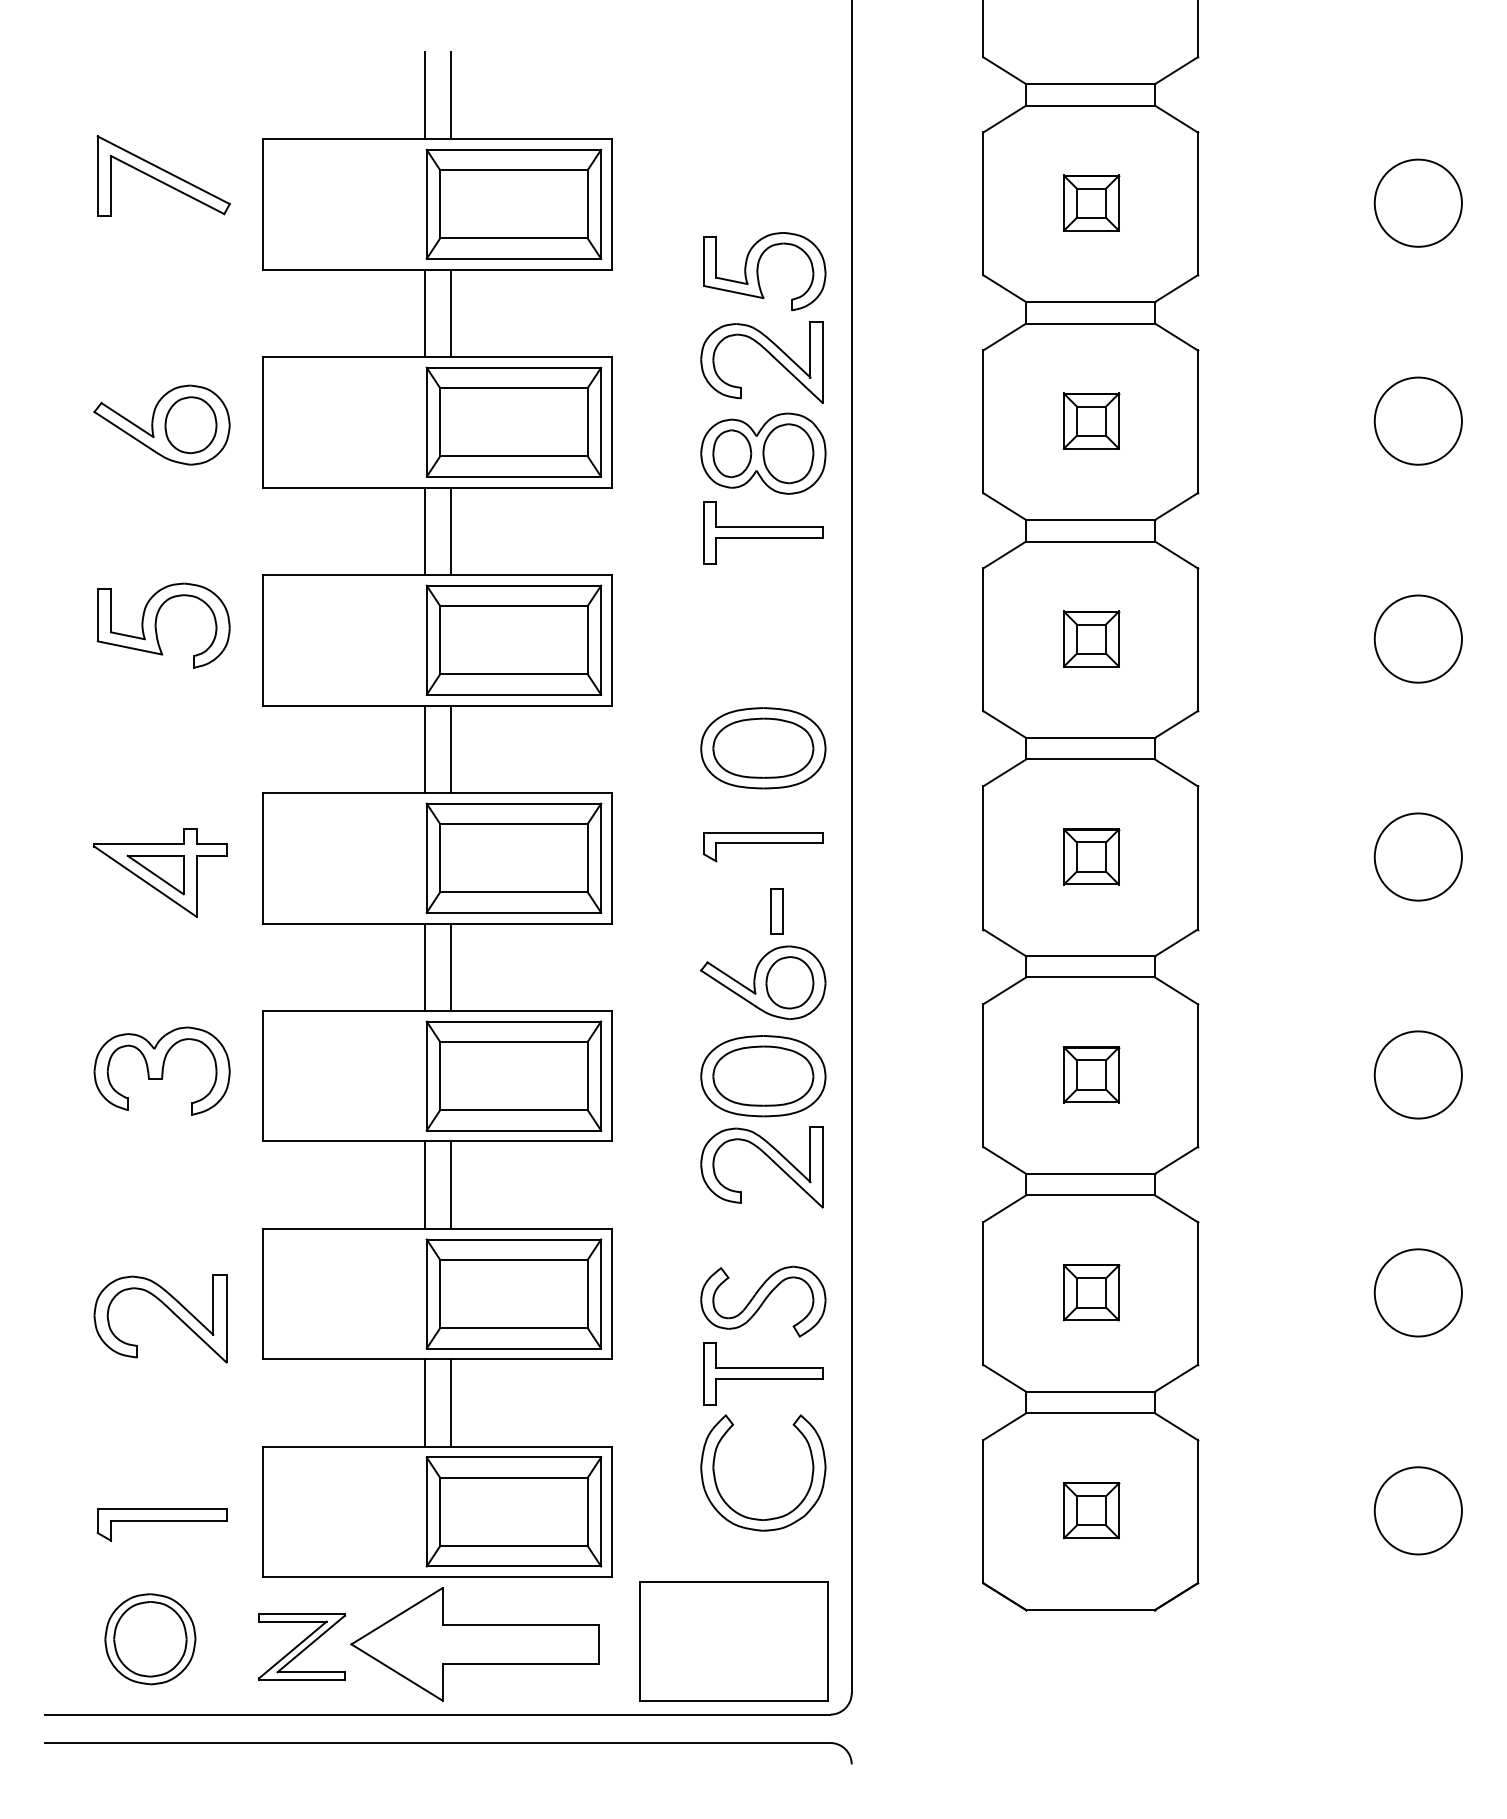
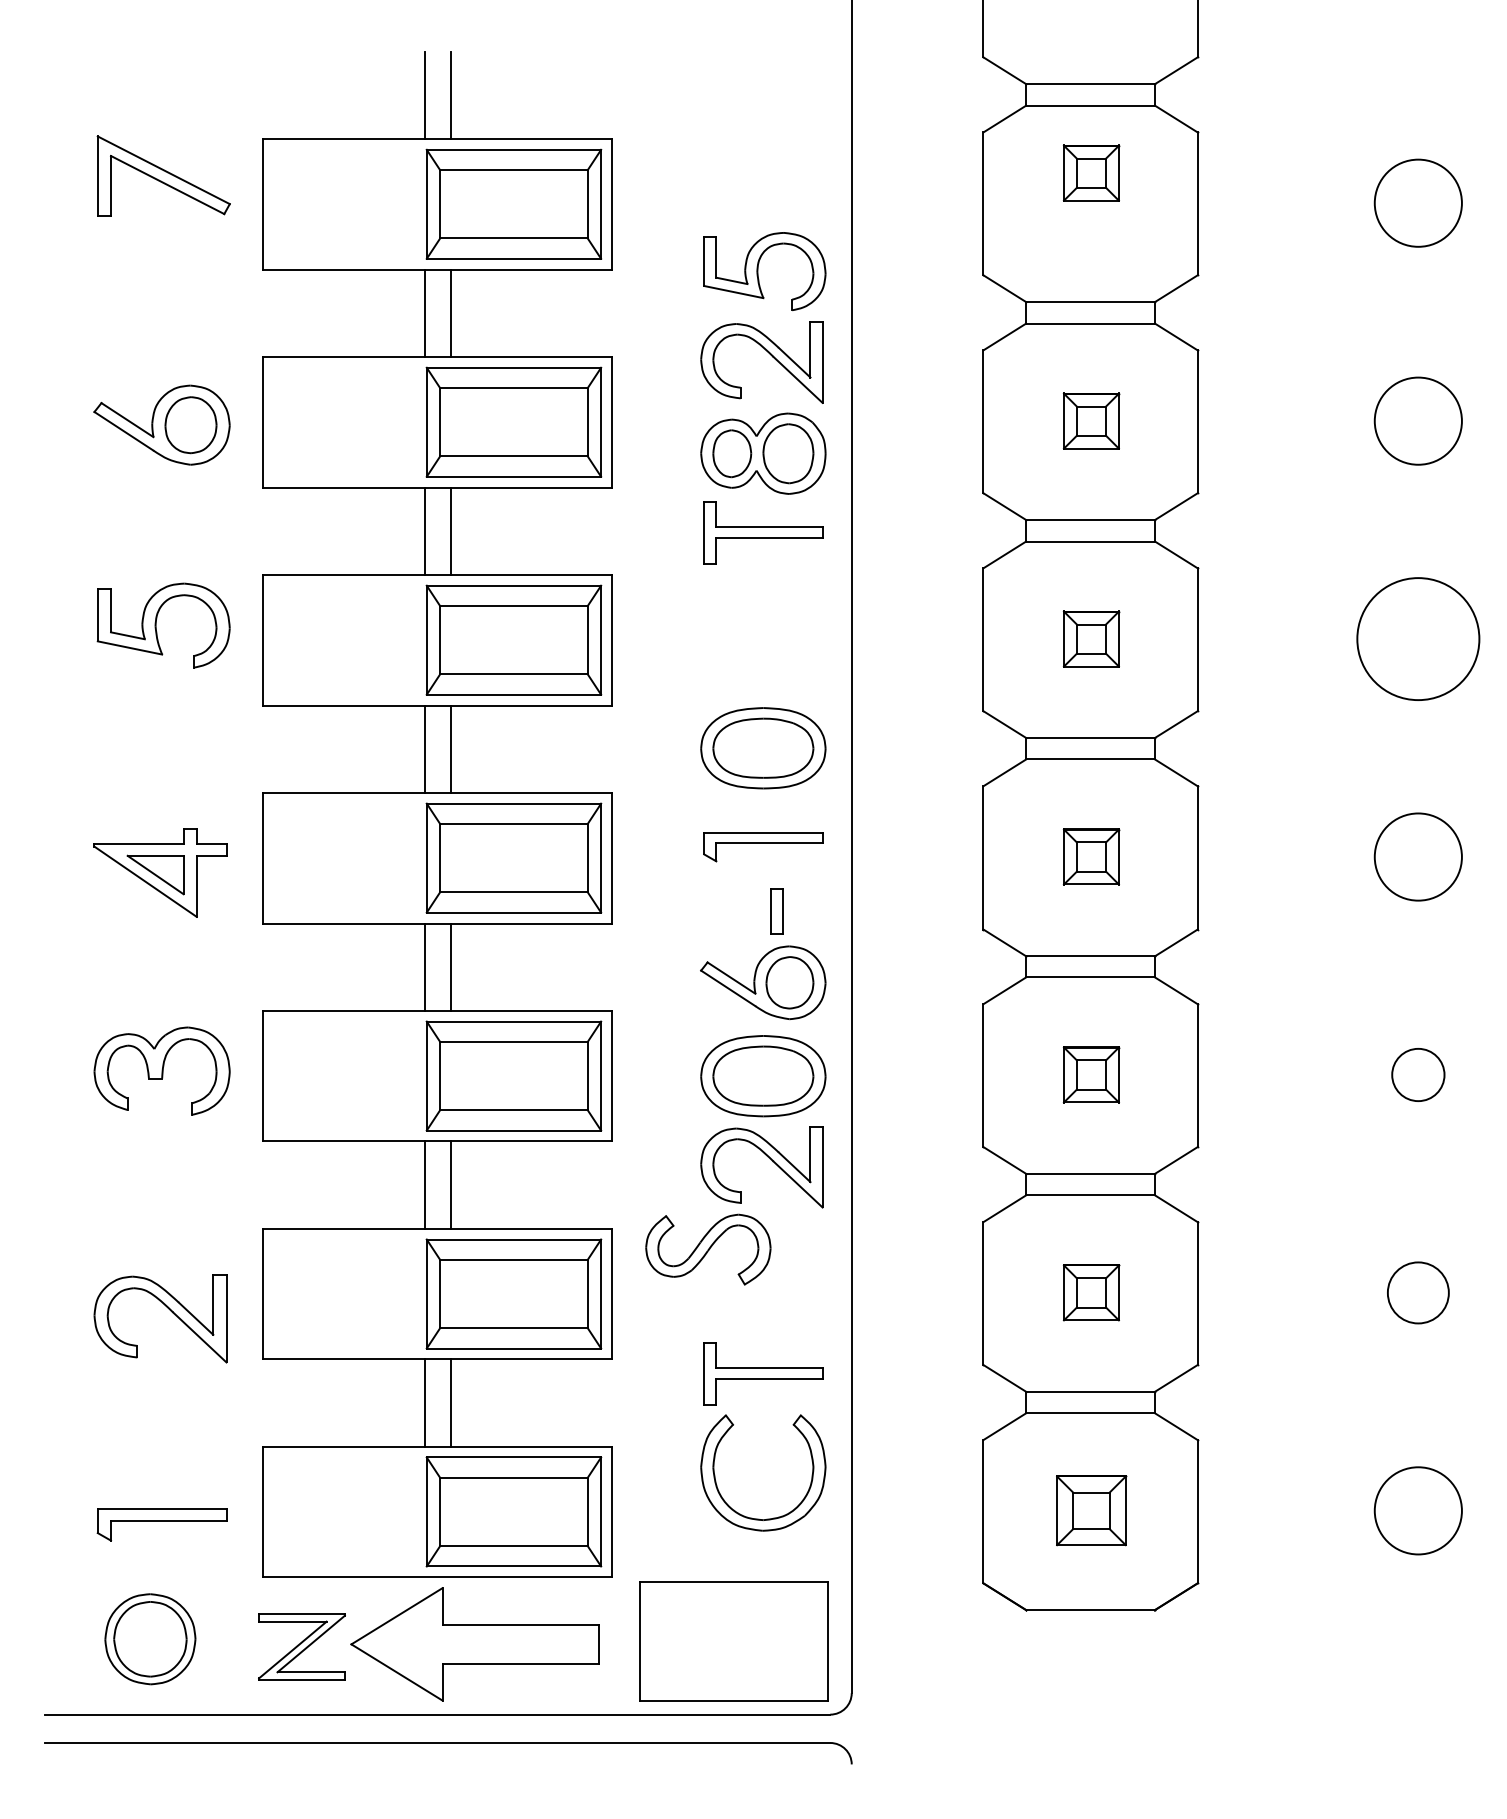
part at (1091, 202) position: (1091, 202) -> (1091, 172)
circle at (1417, 638) diameter: 87 px -> 122 px
circle at (1417, 1074) diameter: 87 px -> 52 px
circle at (1417, 1292) diameter: 87 px -> 61 px
part at (763, 1301) position: (763, 1301) -> (708, 1249)
part at (1091, 1510) size: 59x58 px -> 72x72 px
